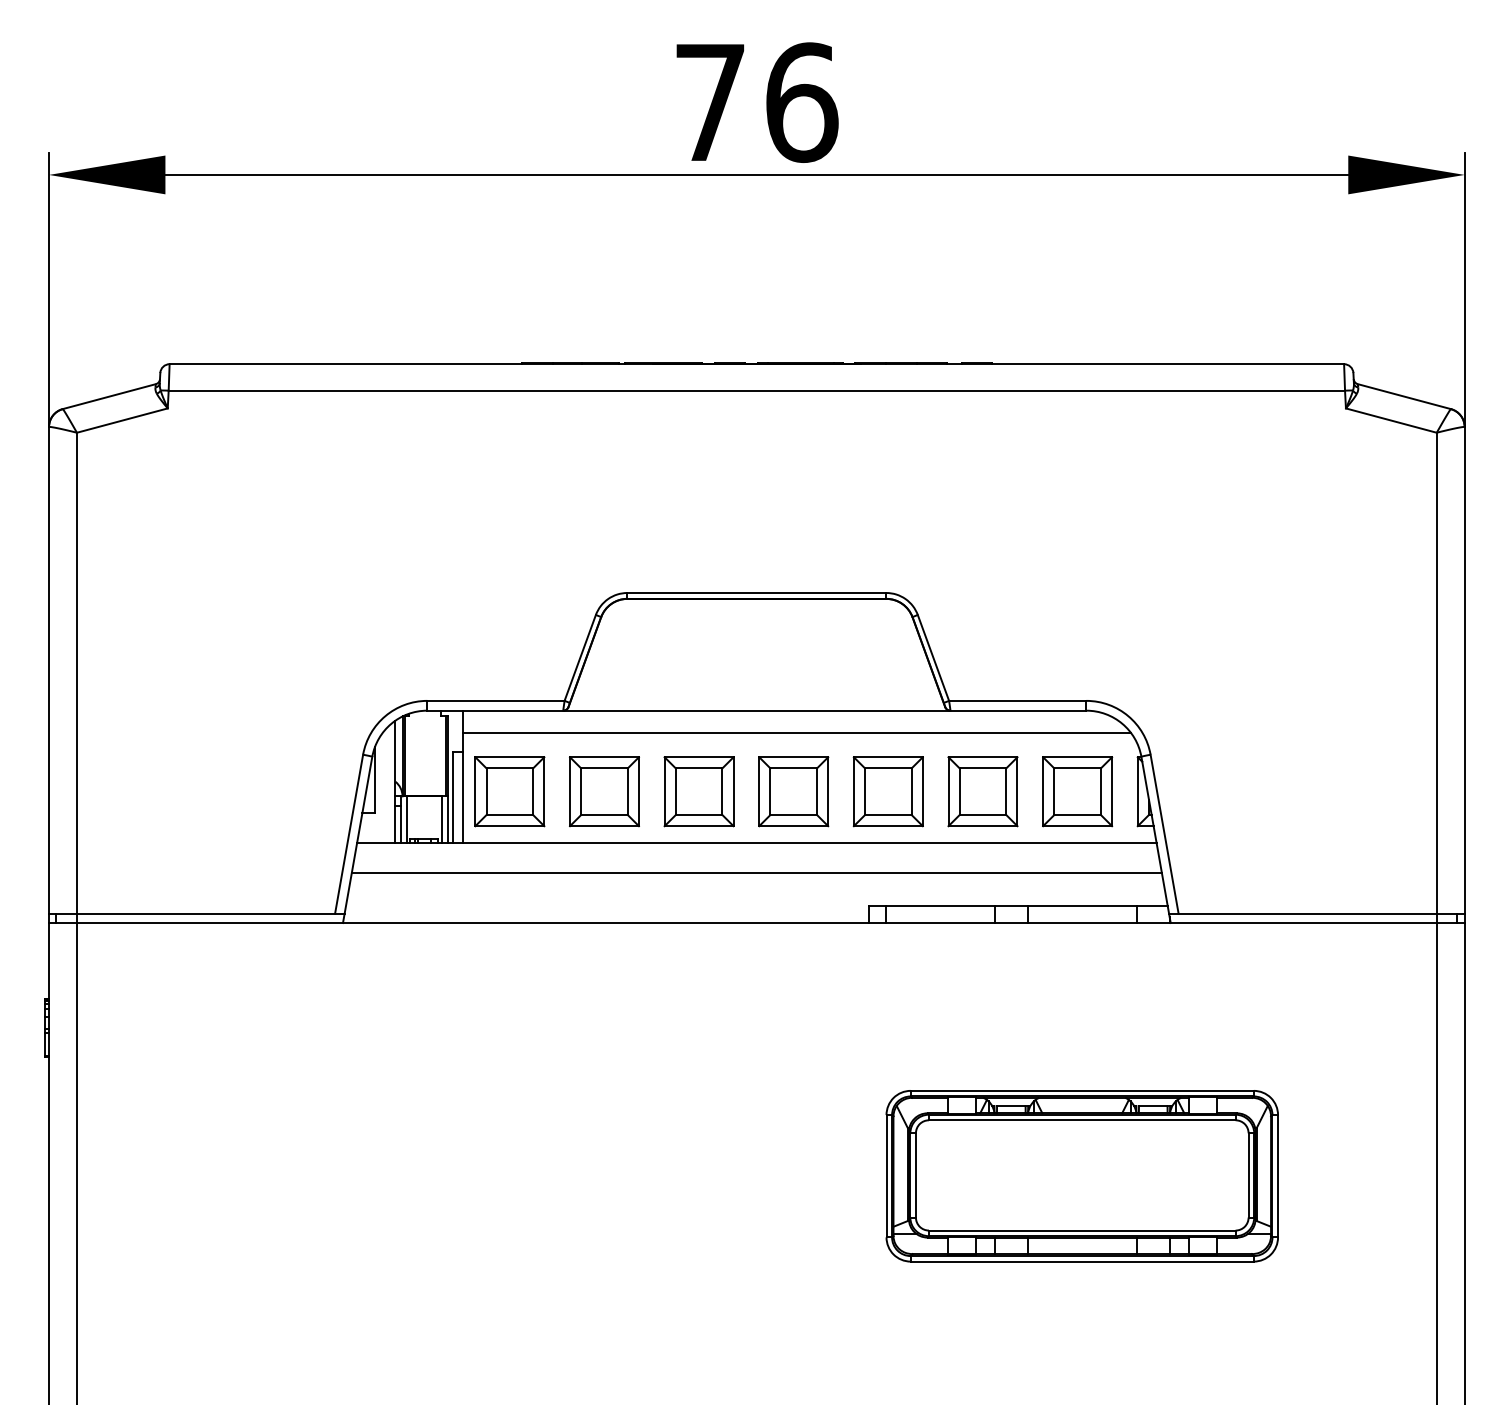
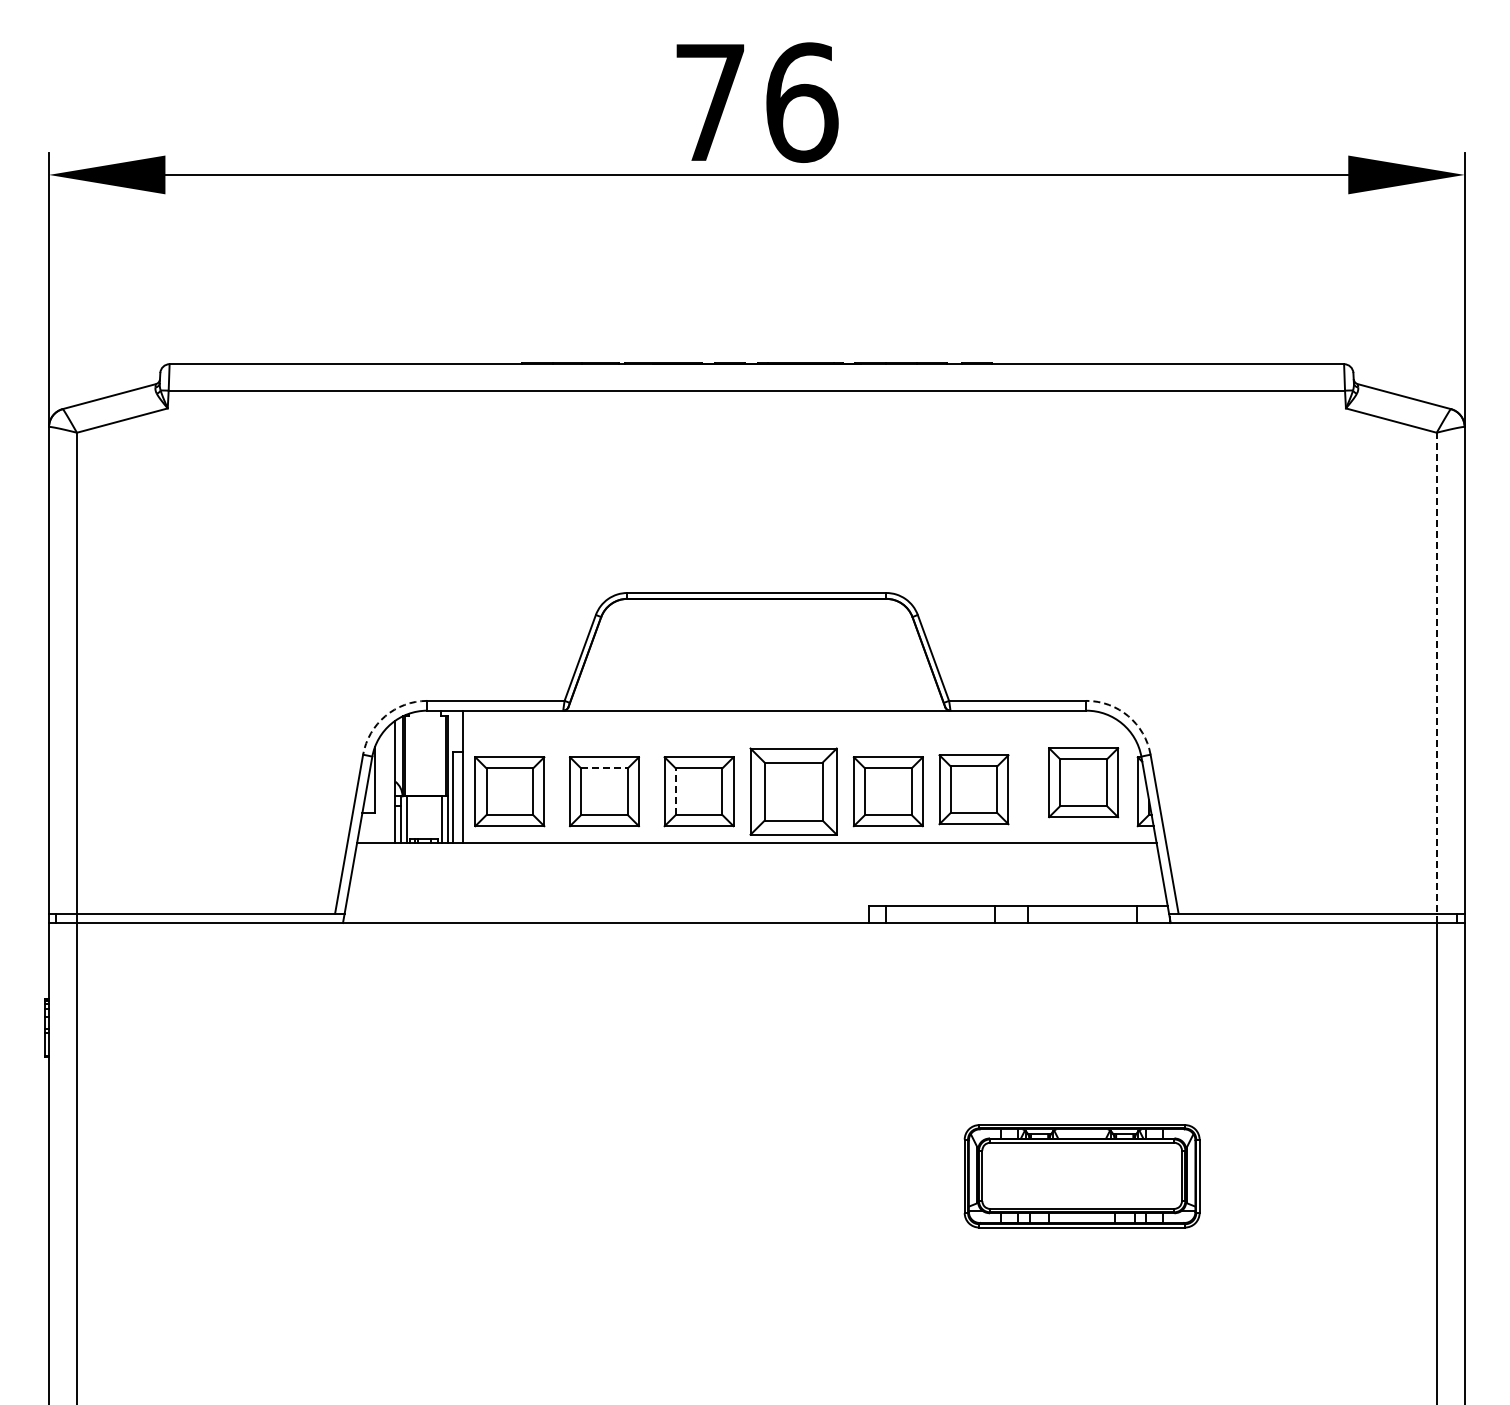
line at (1436, 677): solid -> dashed
arc at (385, 716): solid -> dashed
arc at (1128, 716): solid -> dashed
line at (796, 733): present -> none
line at (604, 768): solid -> dashed
line at (675, 791): solid -> dashed
part at (793, 791) size: 72x72 px -> 89x89 px
part at (982, 791) position: (982, 791) -> (973, 789)
part at (1077, 791) position: (1077, 791) -> (1083, 782)
line at (756, 872): present -> none
part at (1081, 1176) size: 394x173 px -> 238x105 px
